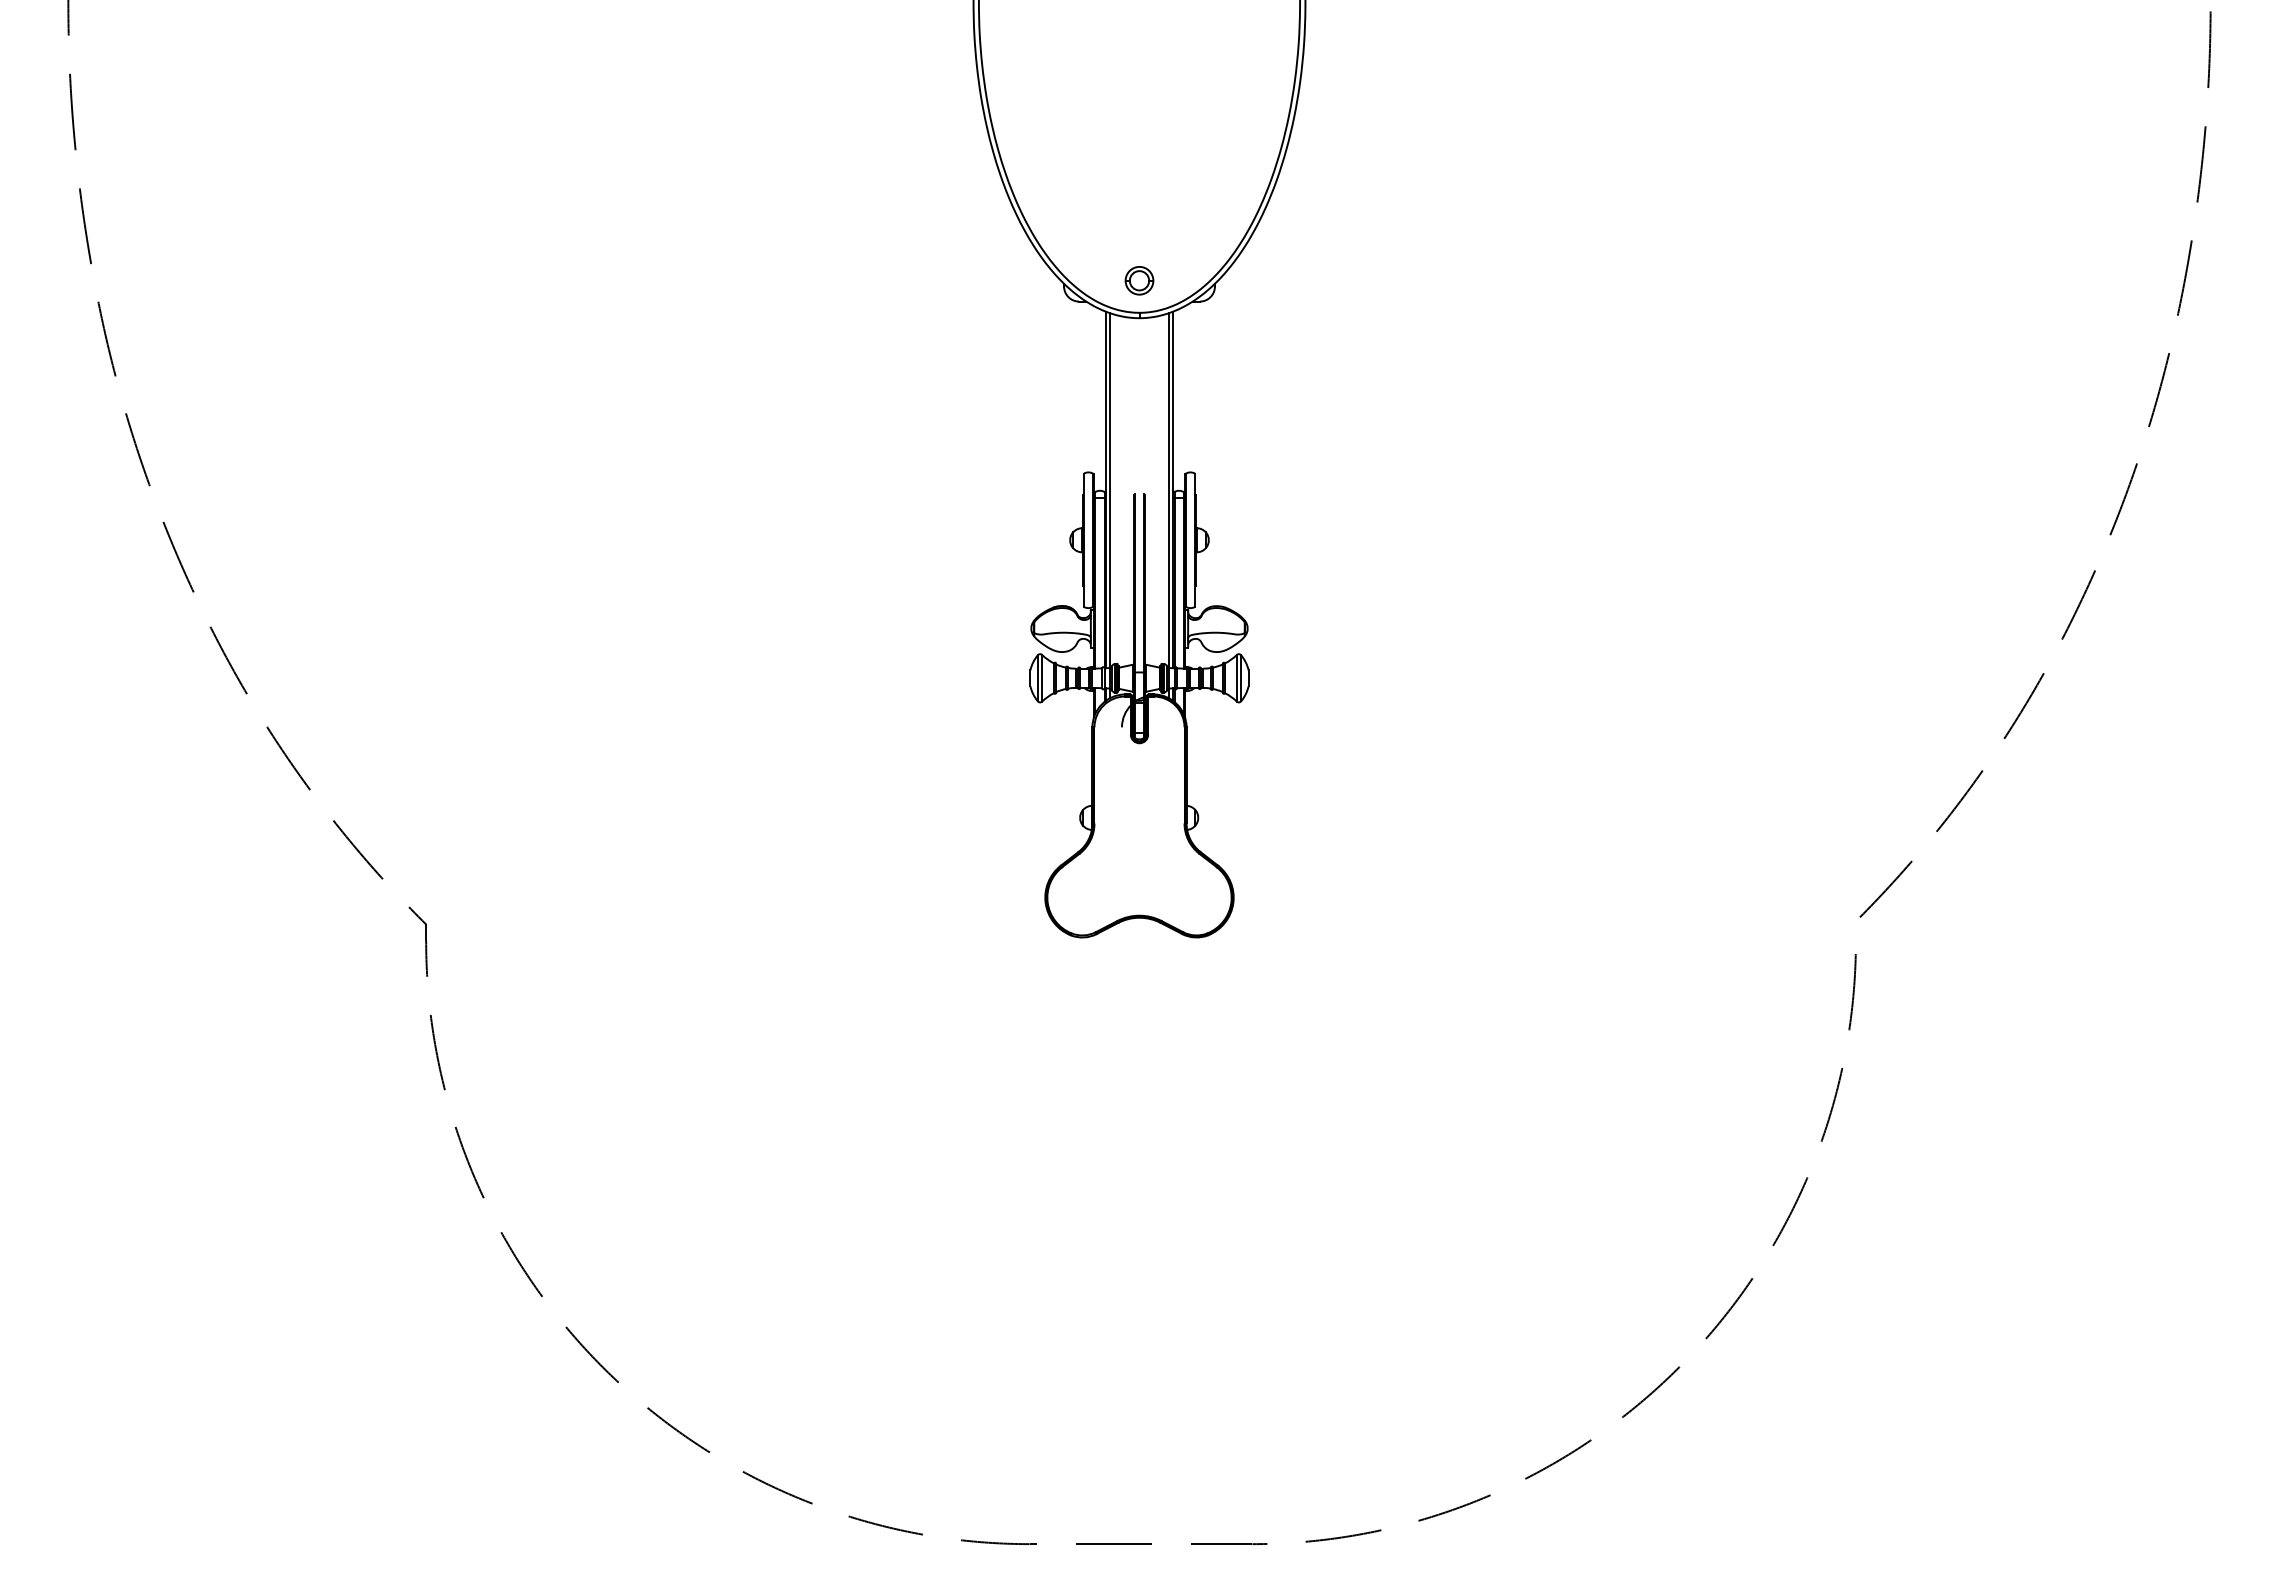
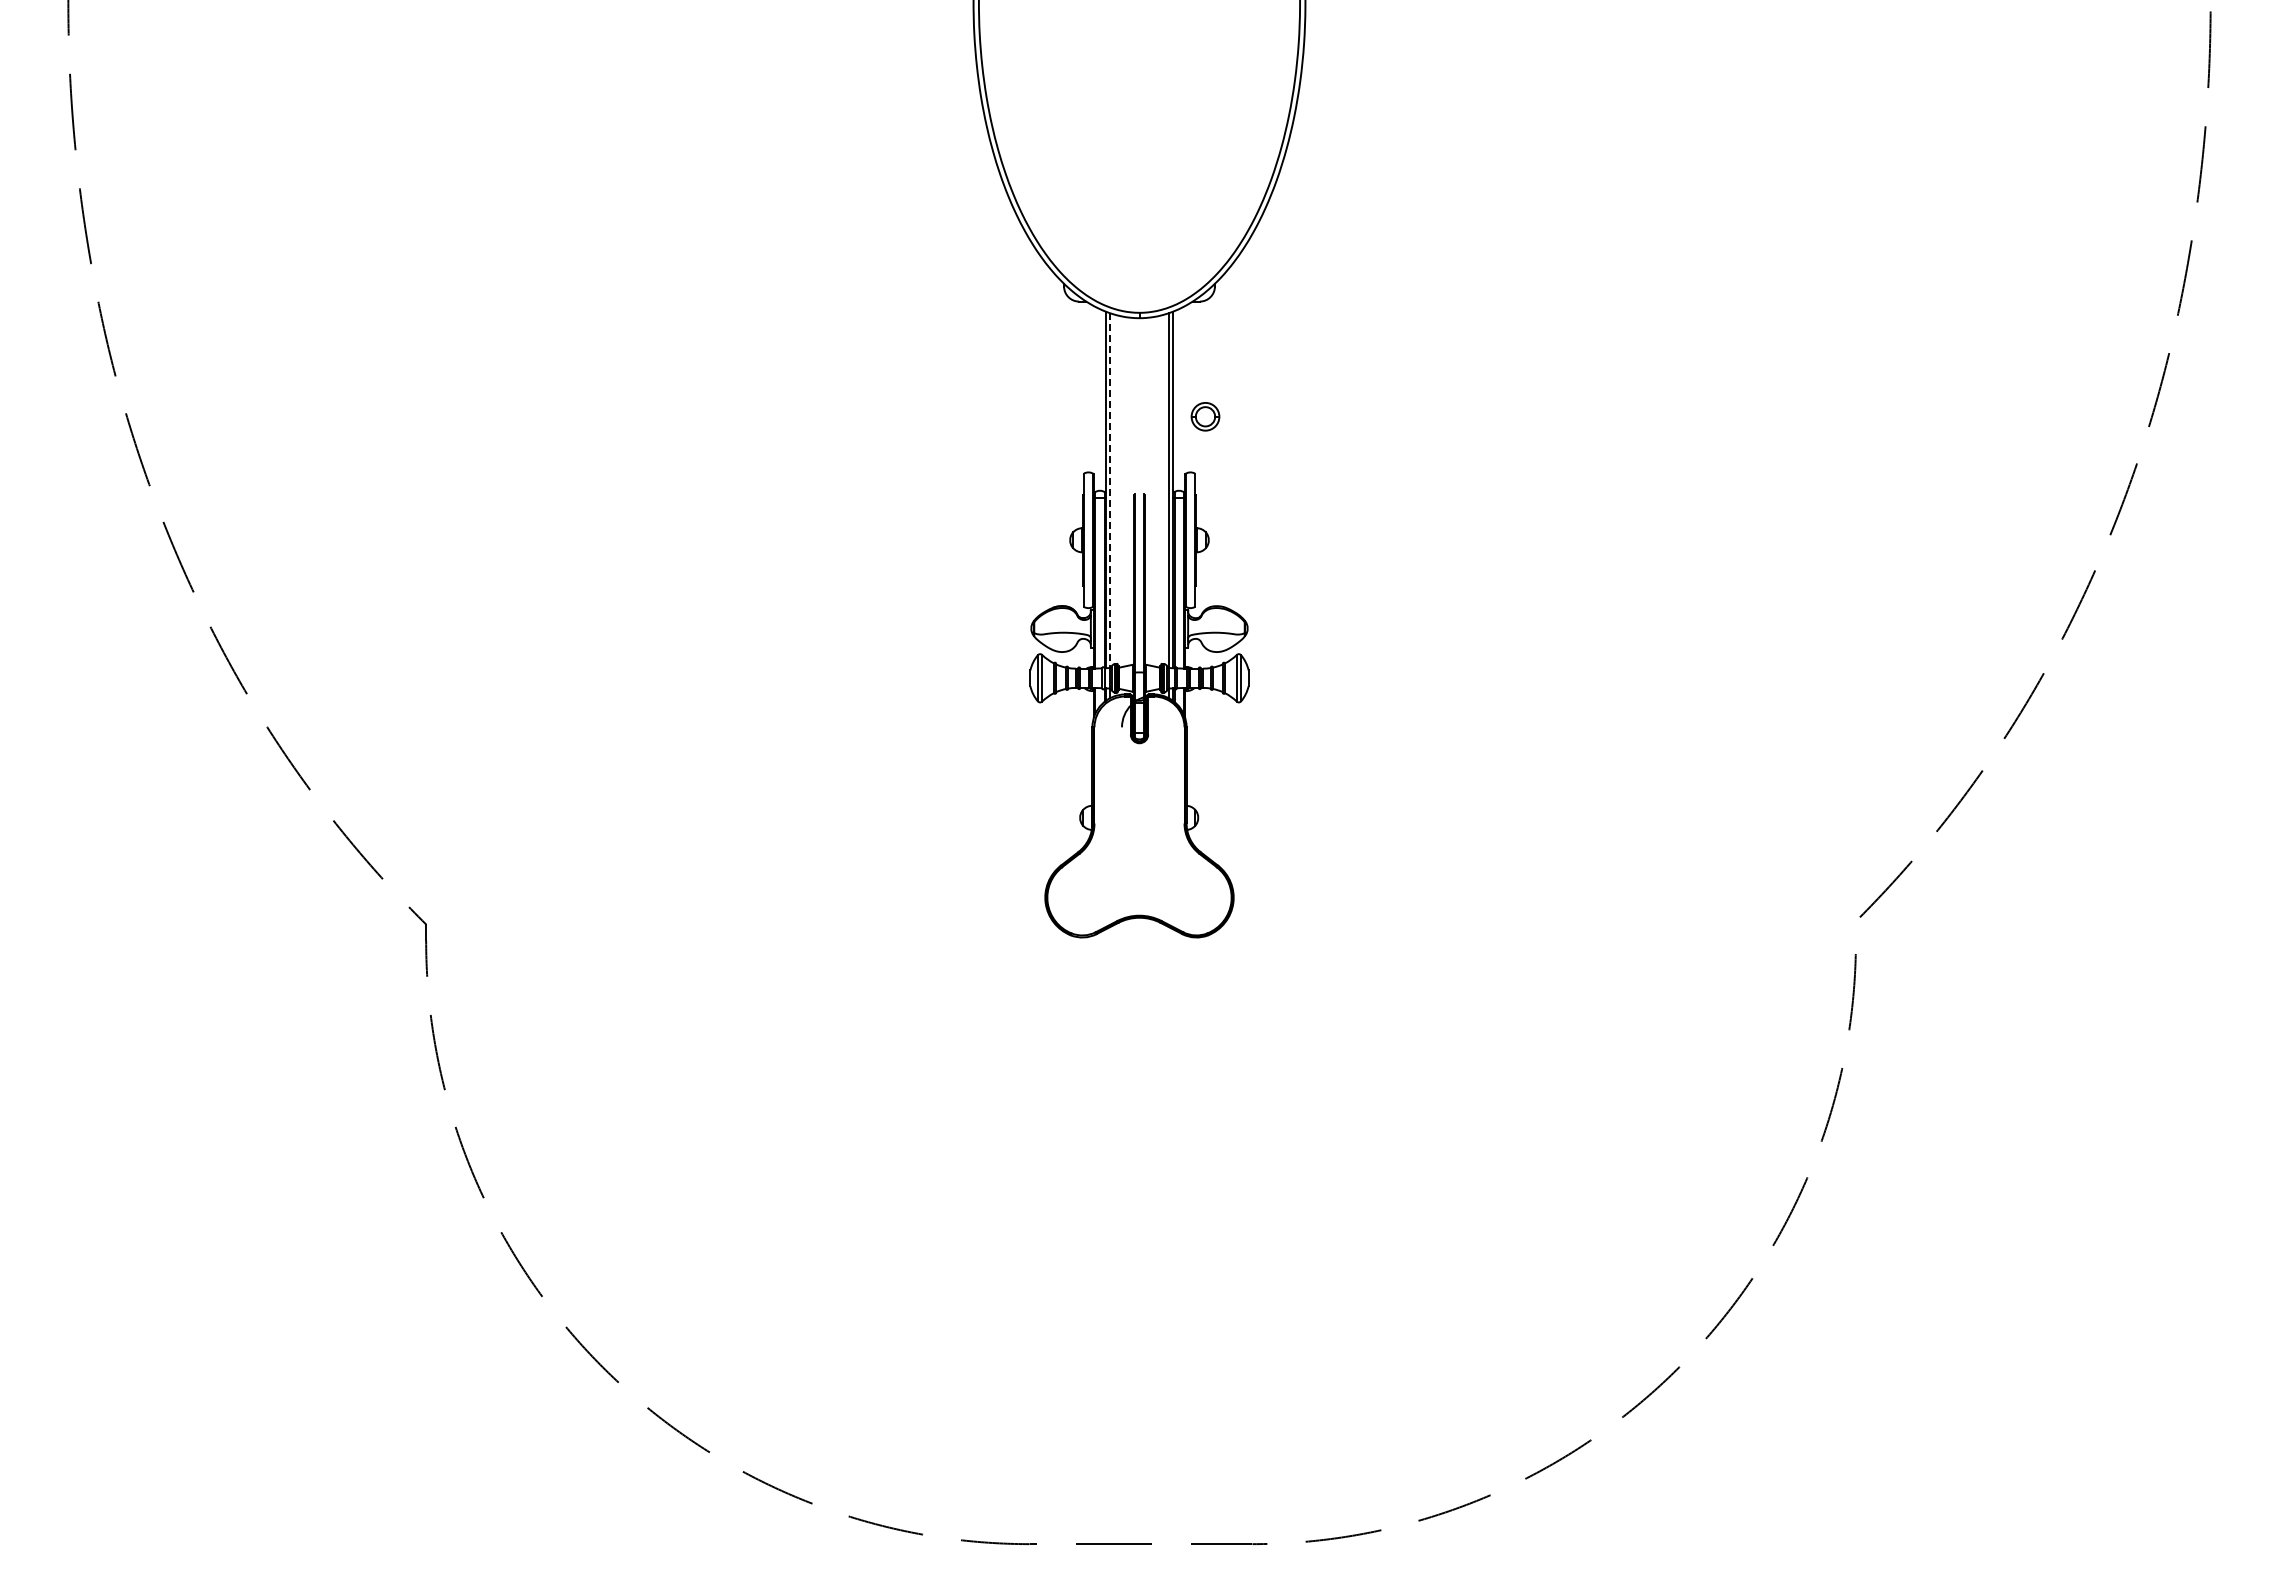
part at (1139, 280) position: (1139, 280) -> (1205, 416)
line at (1110, 491): solid -> dashed
